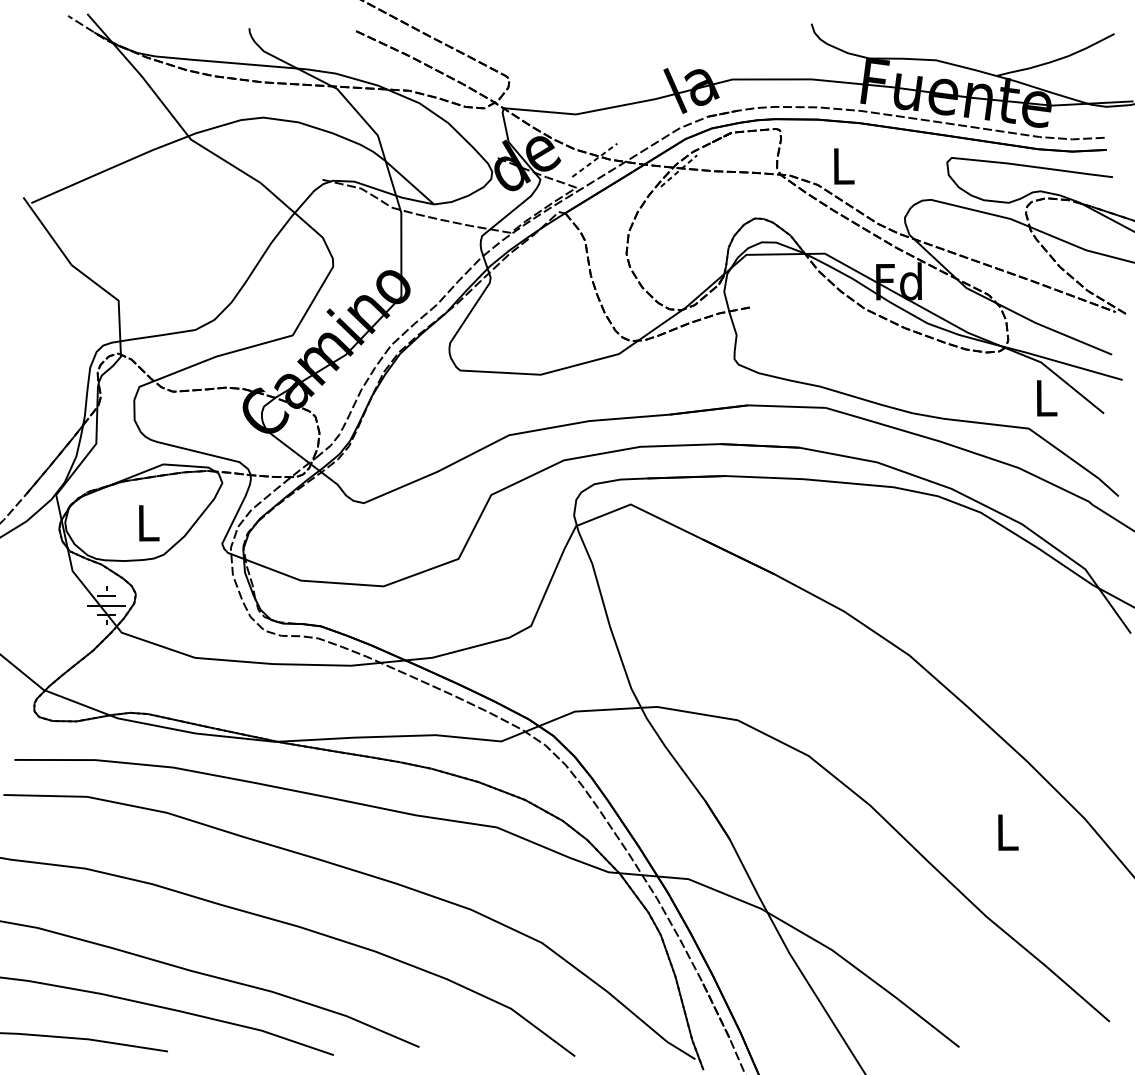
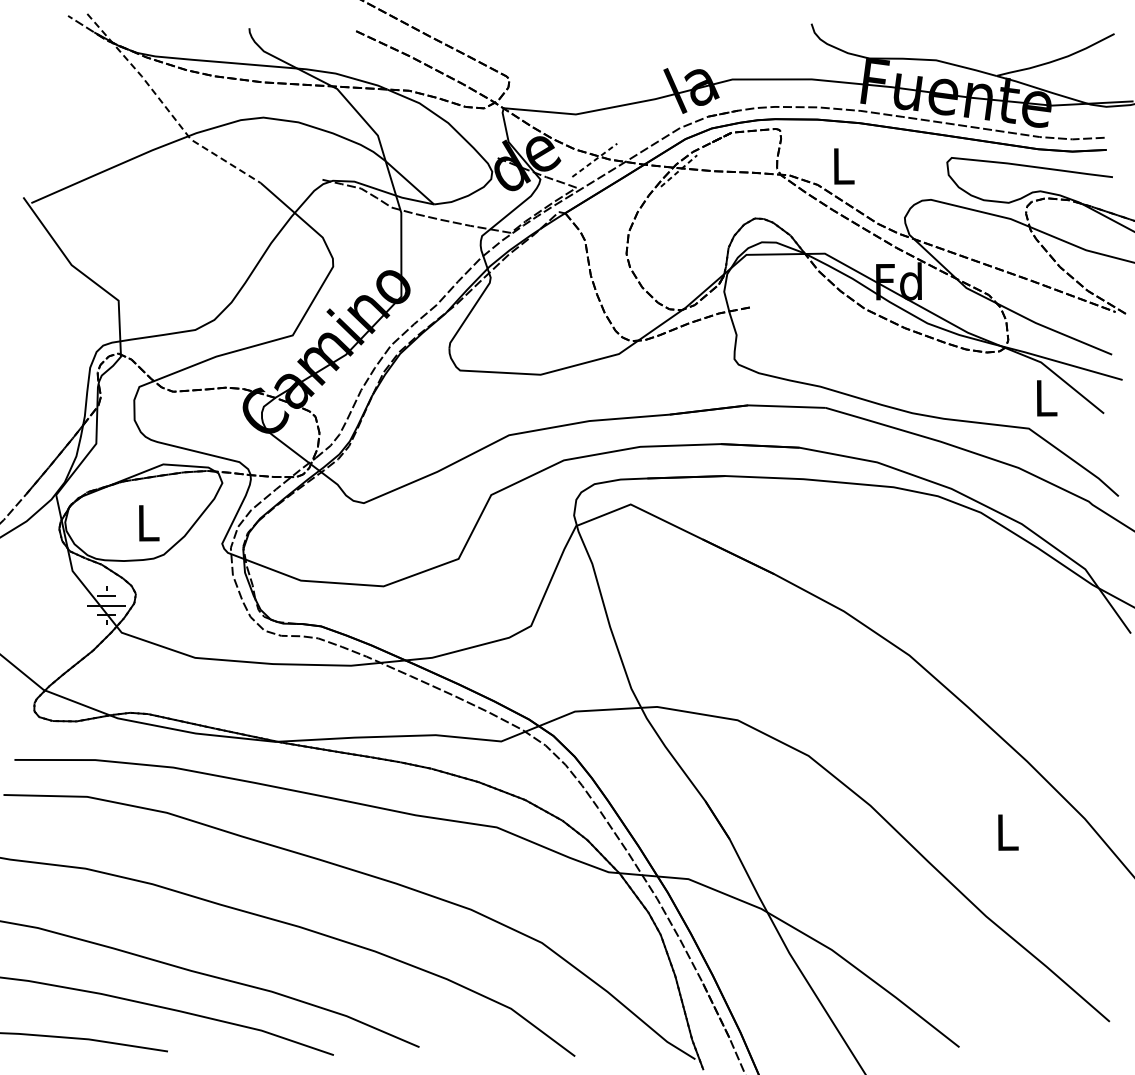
line at (166, 108): solid -> dashed
